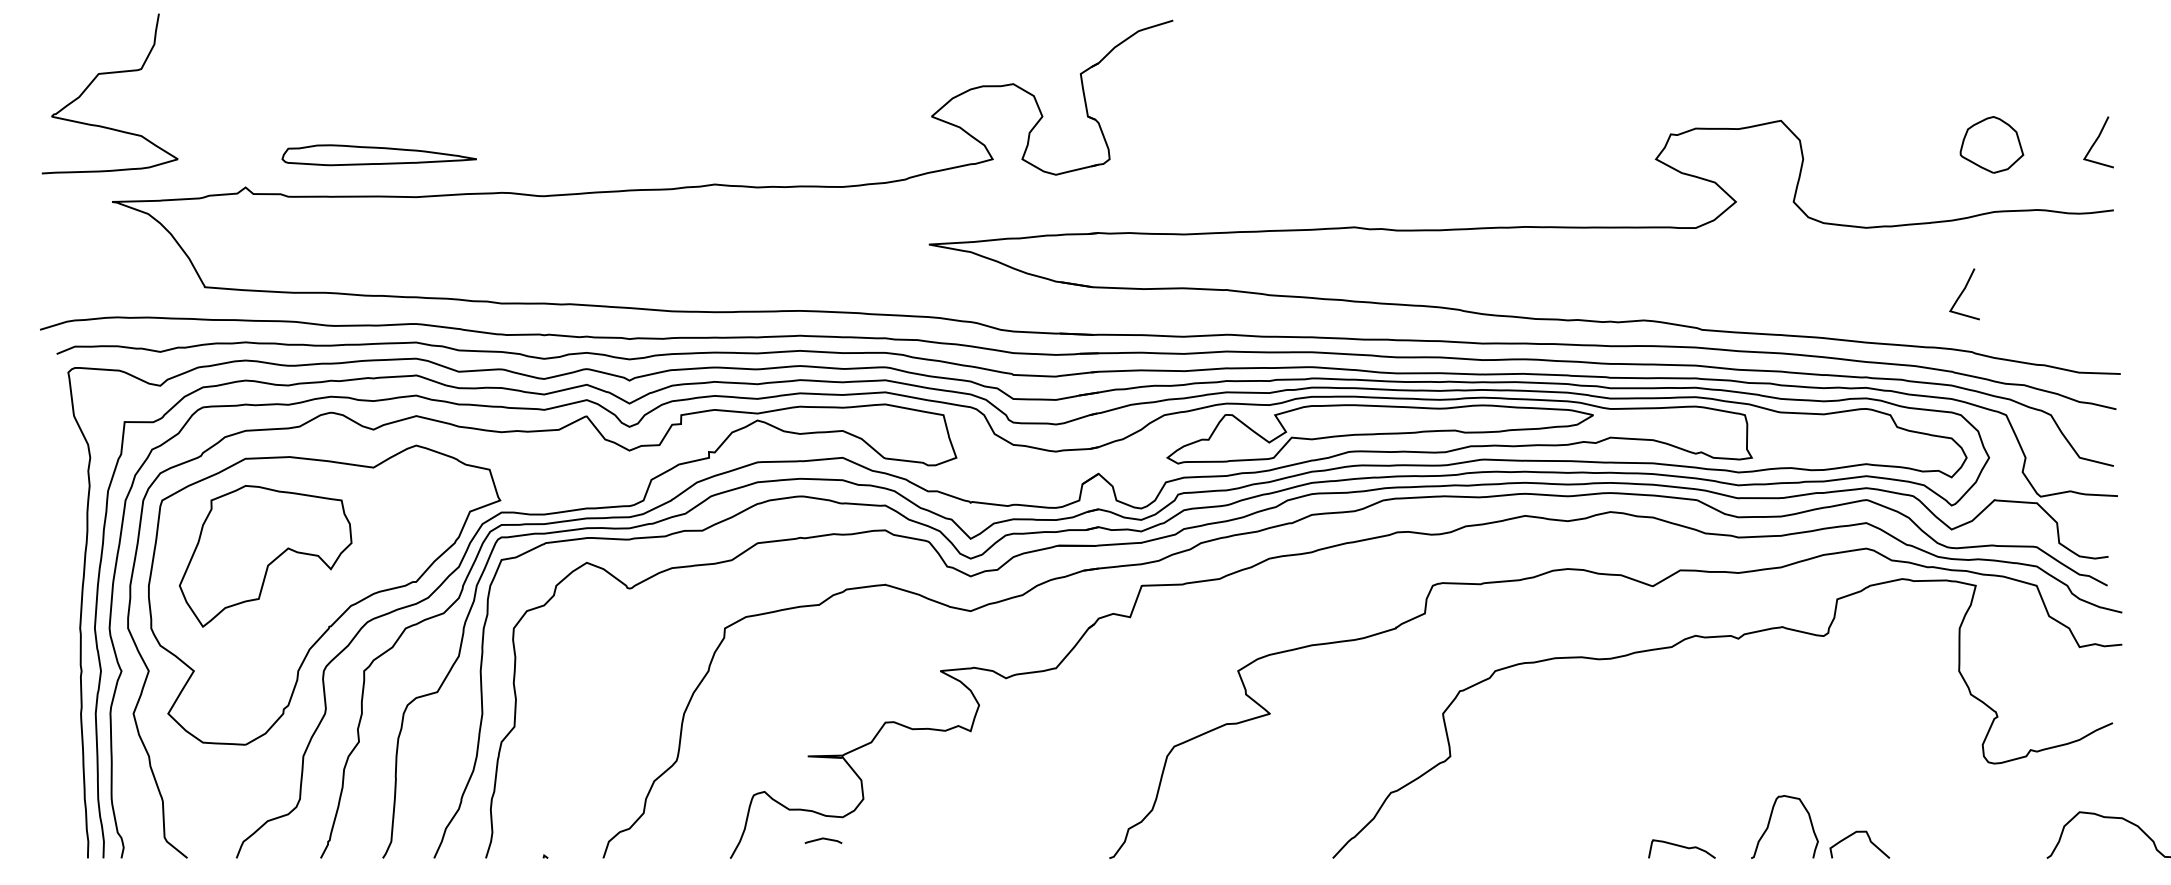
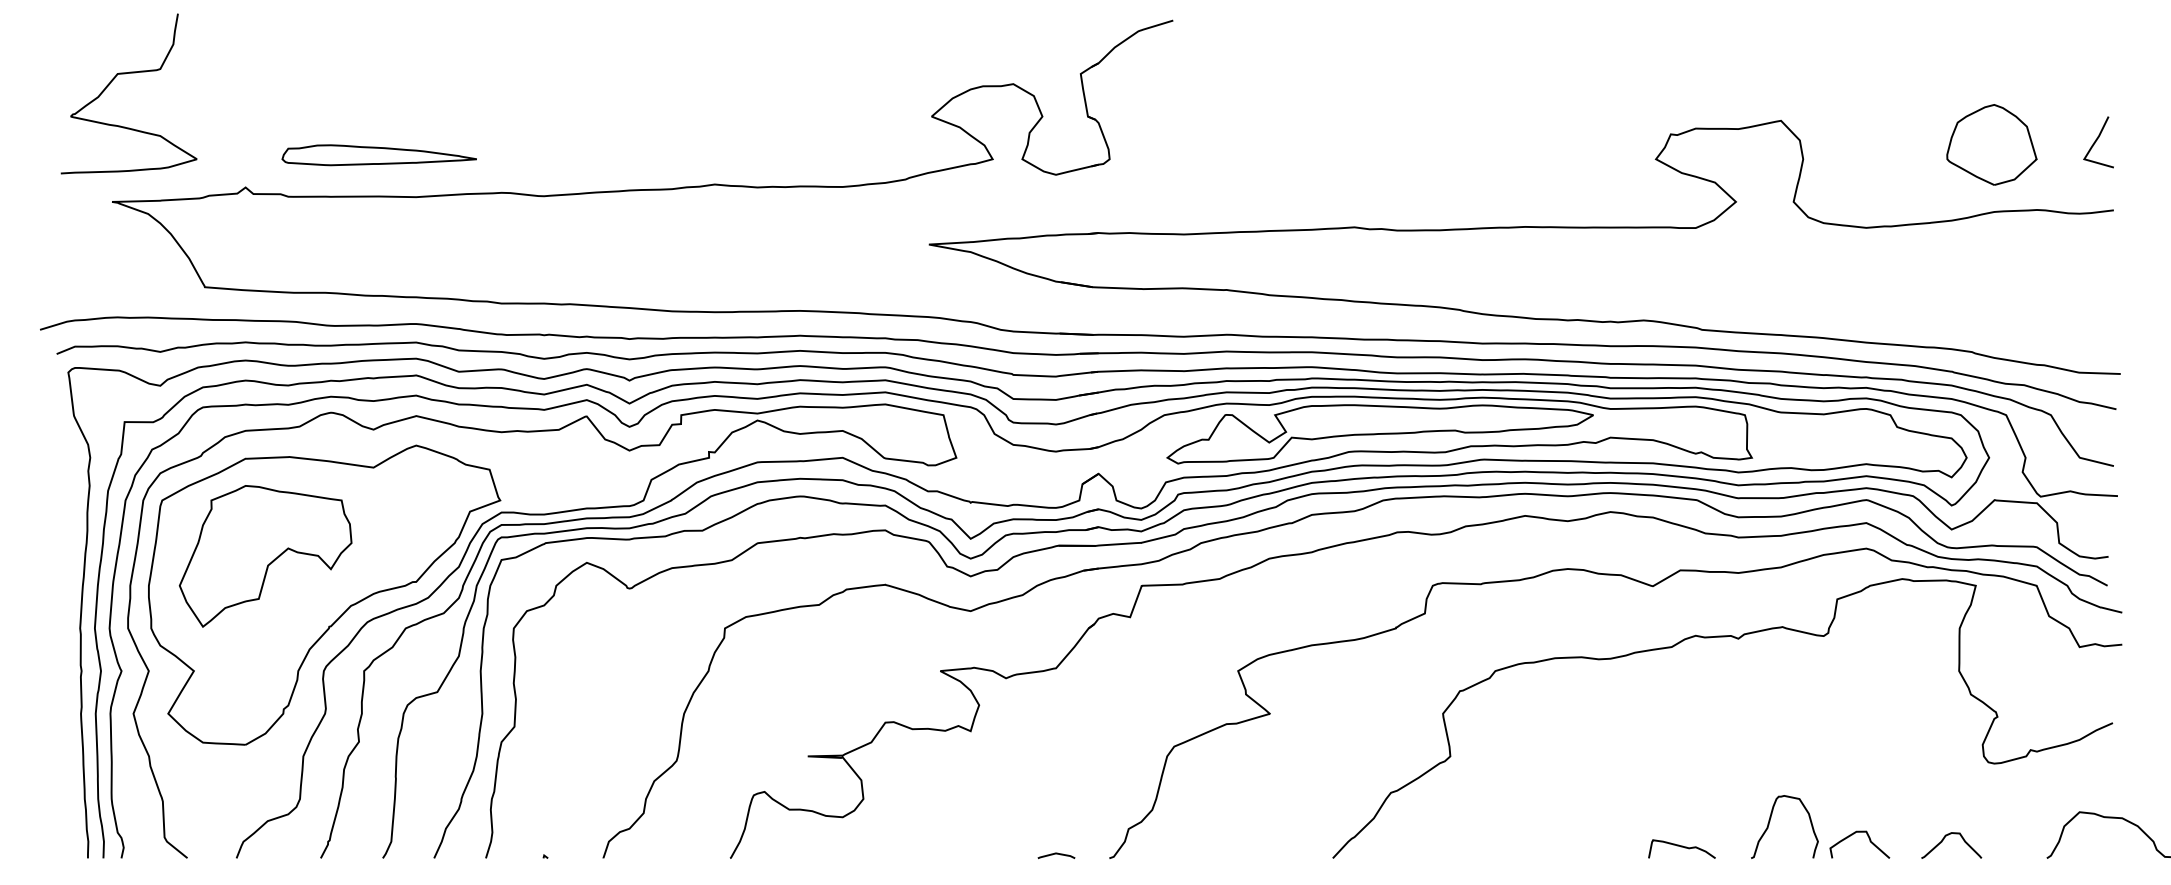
curve at (106, 74) position: (106, 74) -> (125, 74)
part at (1991, 144) size: 66x58 px -> 92x82 px
line at (1963, 292): present -> none
line at (823, 839) position: (823, 839) -> (1056, 854)
curve at (1944, 839): none -> present
